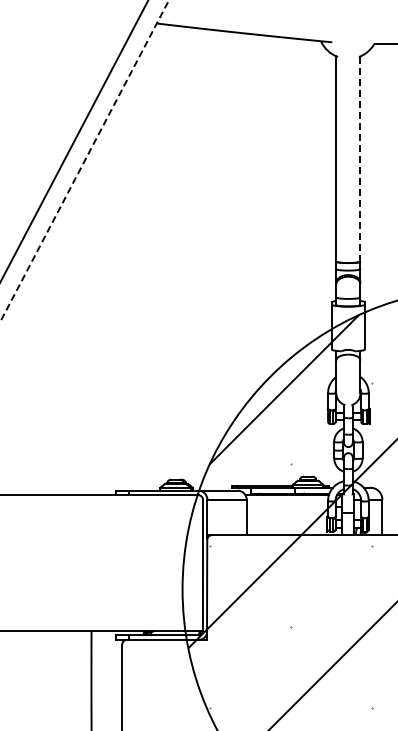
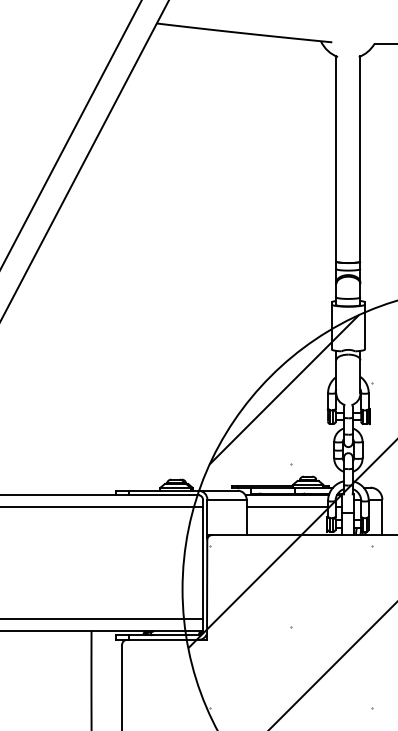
line at (74, 140) position: (74, 140) -> (71, 134)
line at (360, 159): dashed -> solid
line at (84, 160): dashed -> solid
line at (102, 507): none -> present
line at (287, 507): none -> present
line at (102, 618): none -> present
